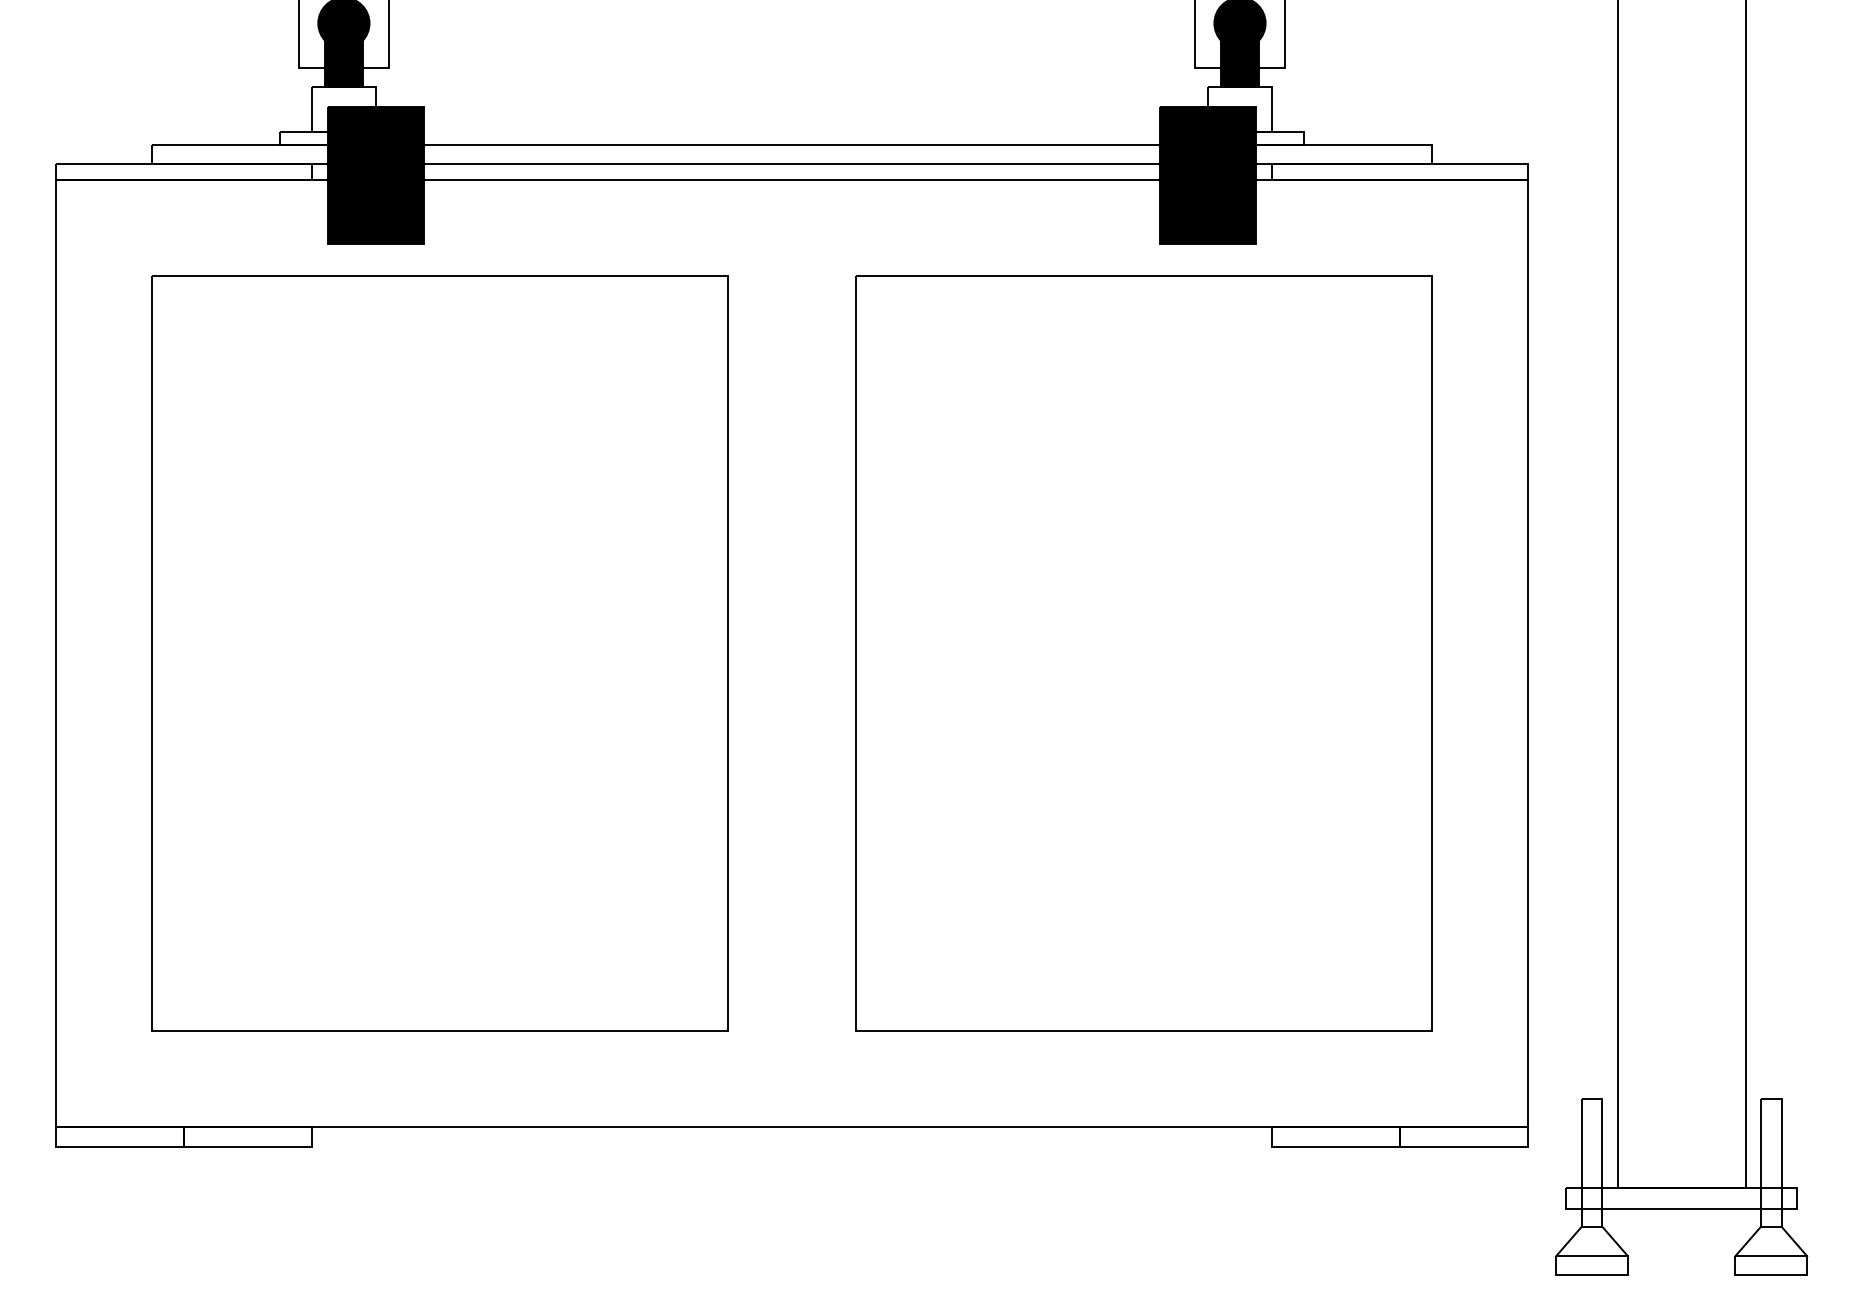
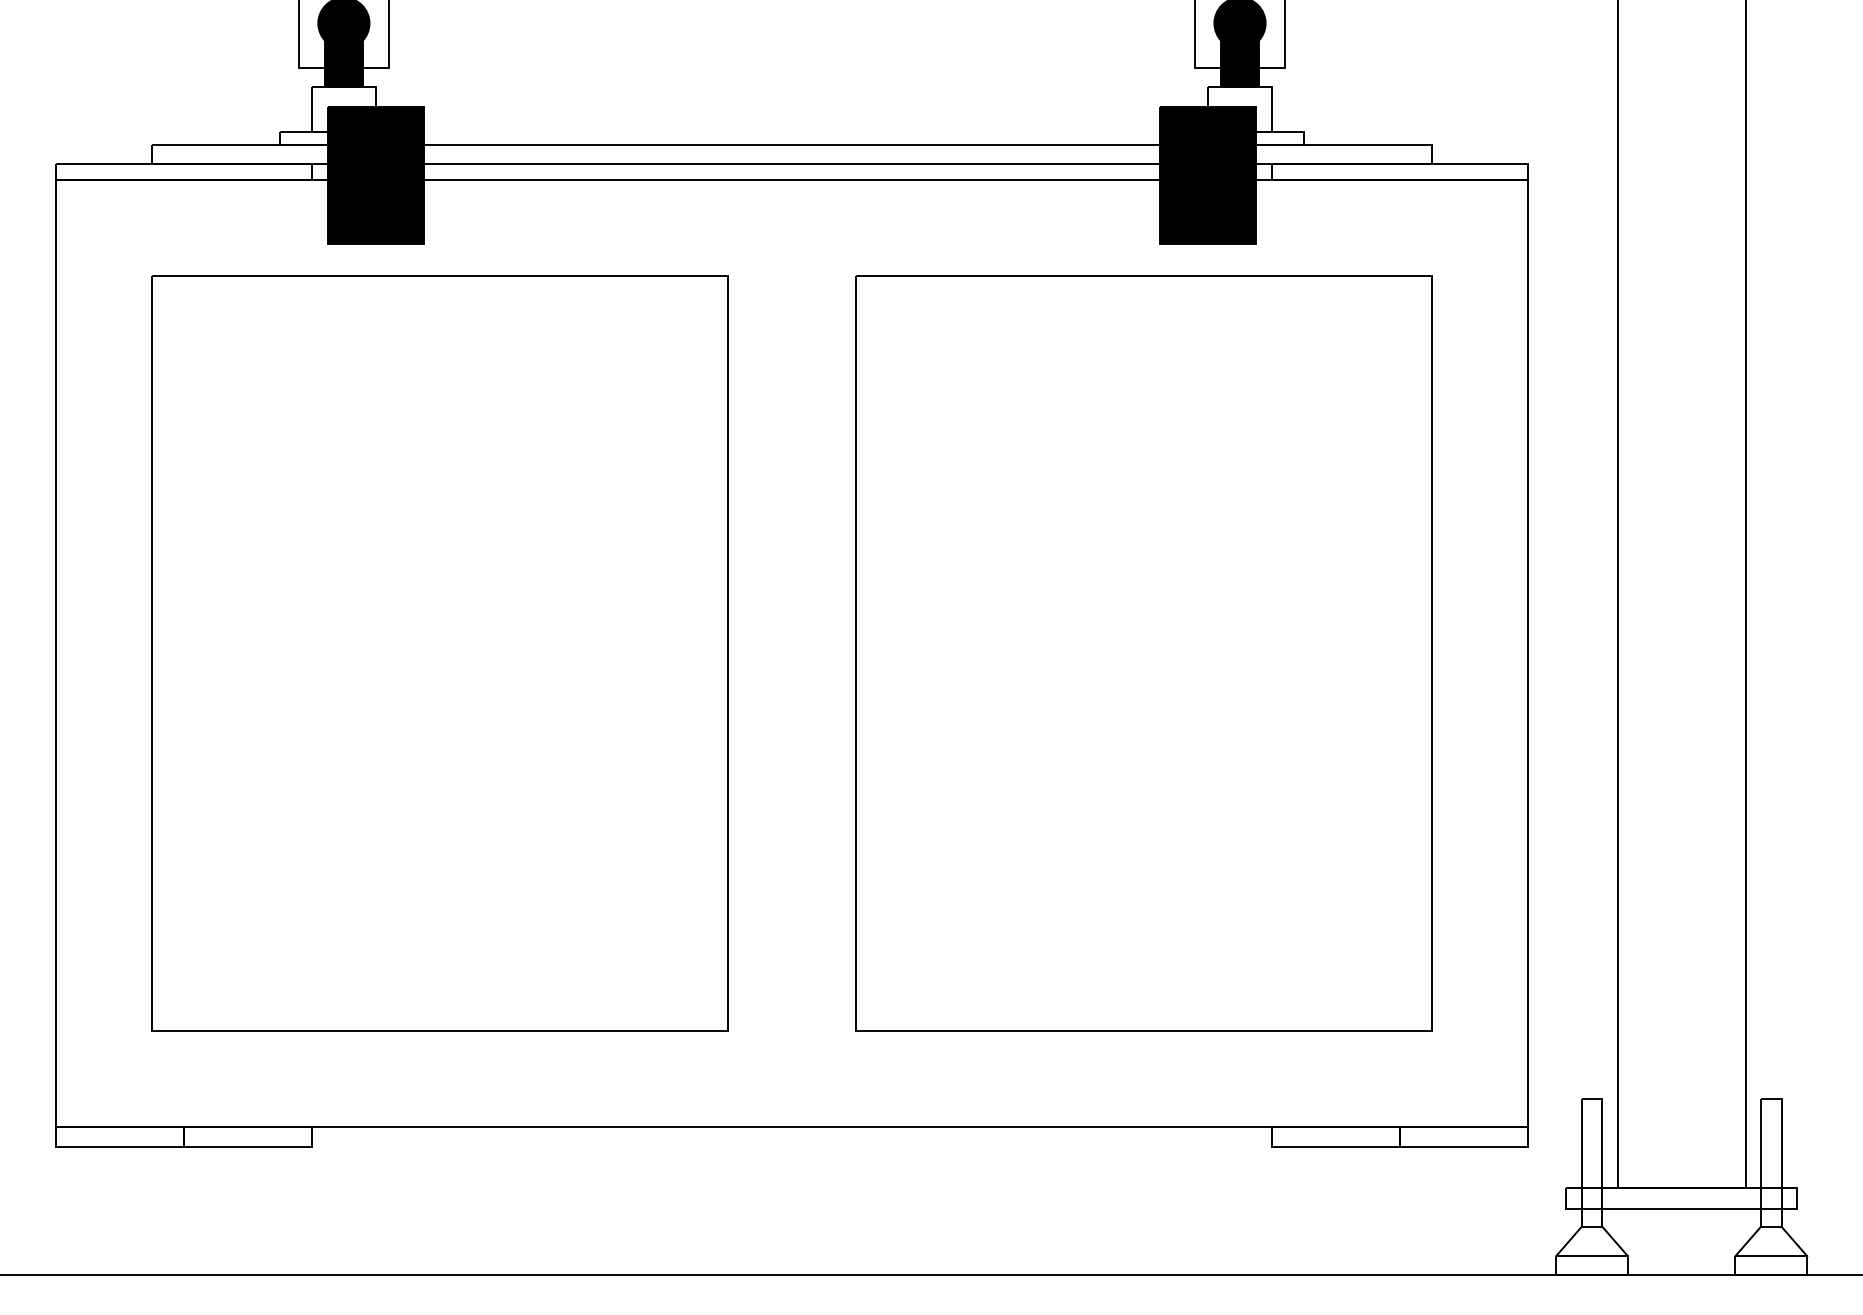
line at (930, 1275): none -> present
